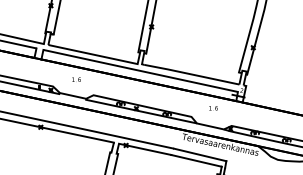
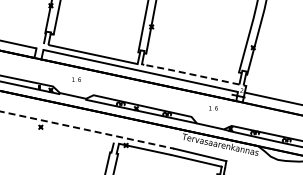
line at (22, 39): present -> none
line at (190, 74): solid -> dashed
line at (270, 108) position: (270, 108) -> (271, 98)
line at (57, 130): present -> none
line at (88, 130): solid -> dashed
